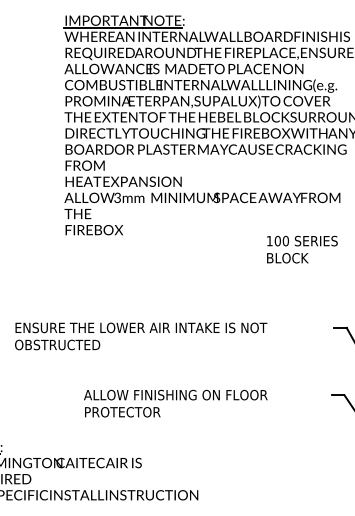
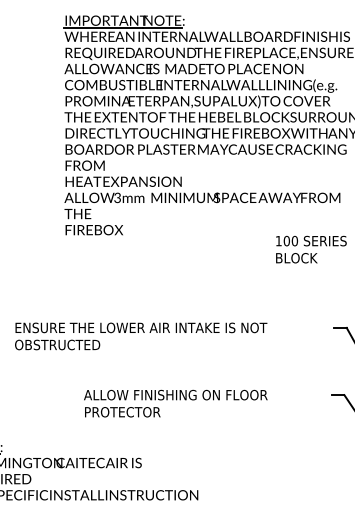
text at (302, 249) position: (302, 249) -> (311, 249)
